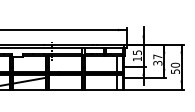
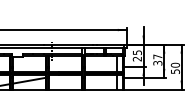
text at (136, 59): 15 -> 25
